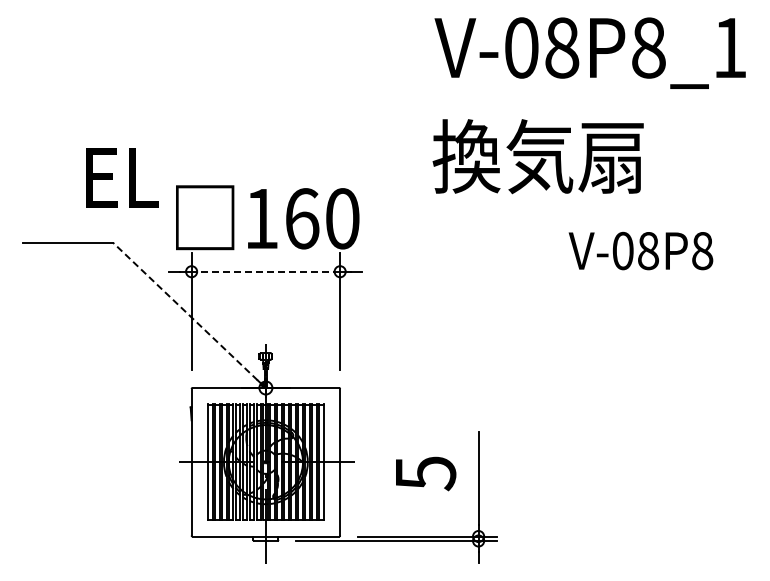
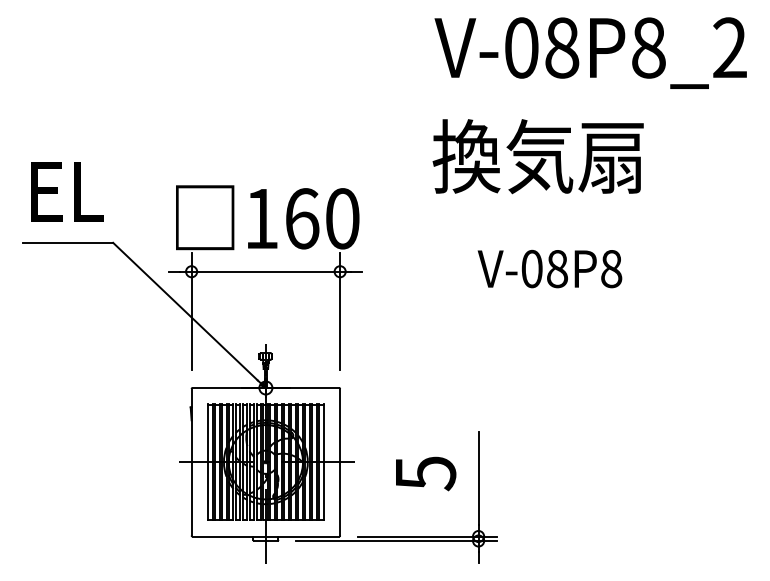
text at (729, 47): V-08P8_1 -> V-08P8_2
text at (122, 177) position: (122, 177) -> (67, 191)
text at (640, 250) position: (640, 250) -> (549, 268)
line at (265, 271): dashed -> solid
line at (185, 311): dashed -> solid
